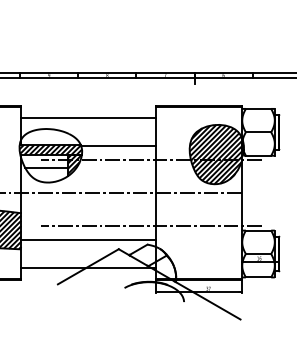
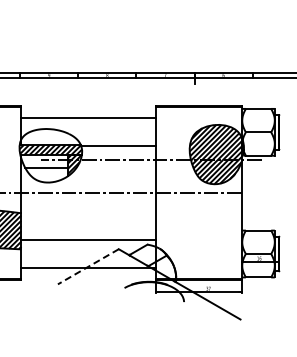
line at (151, 226): present -> none
line at (87, 267): solid -> dashed
